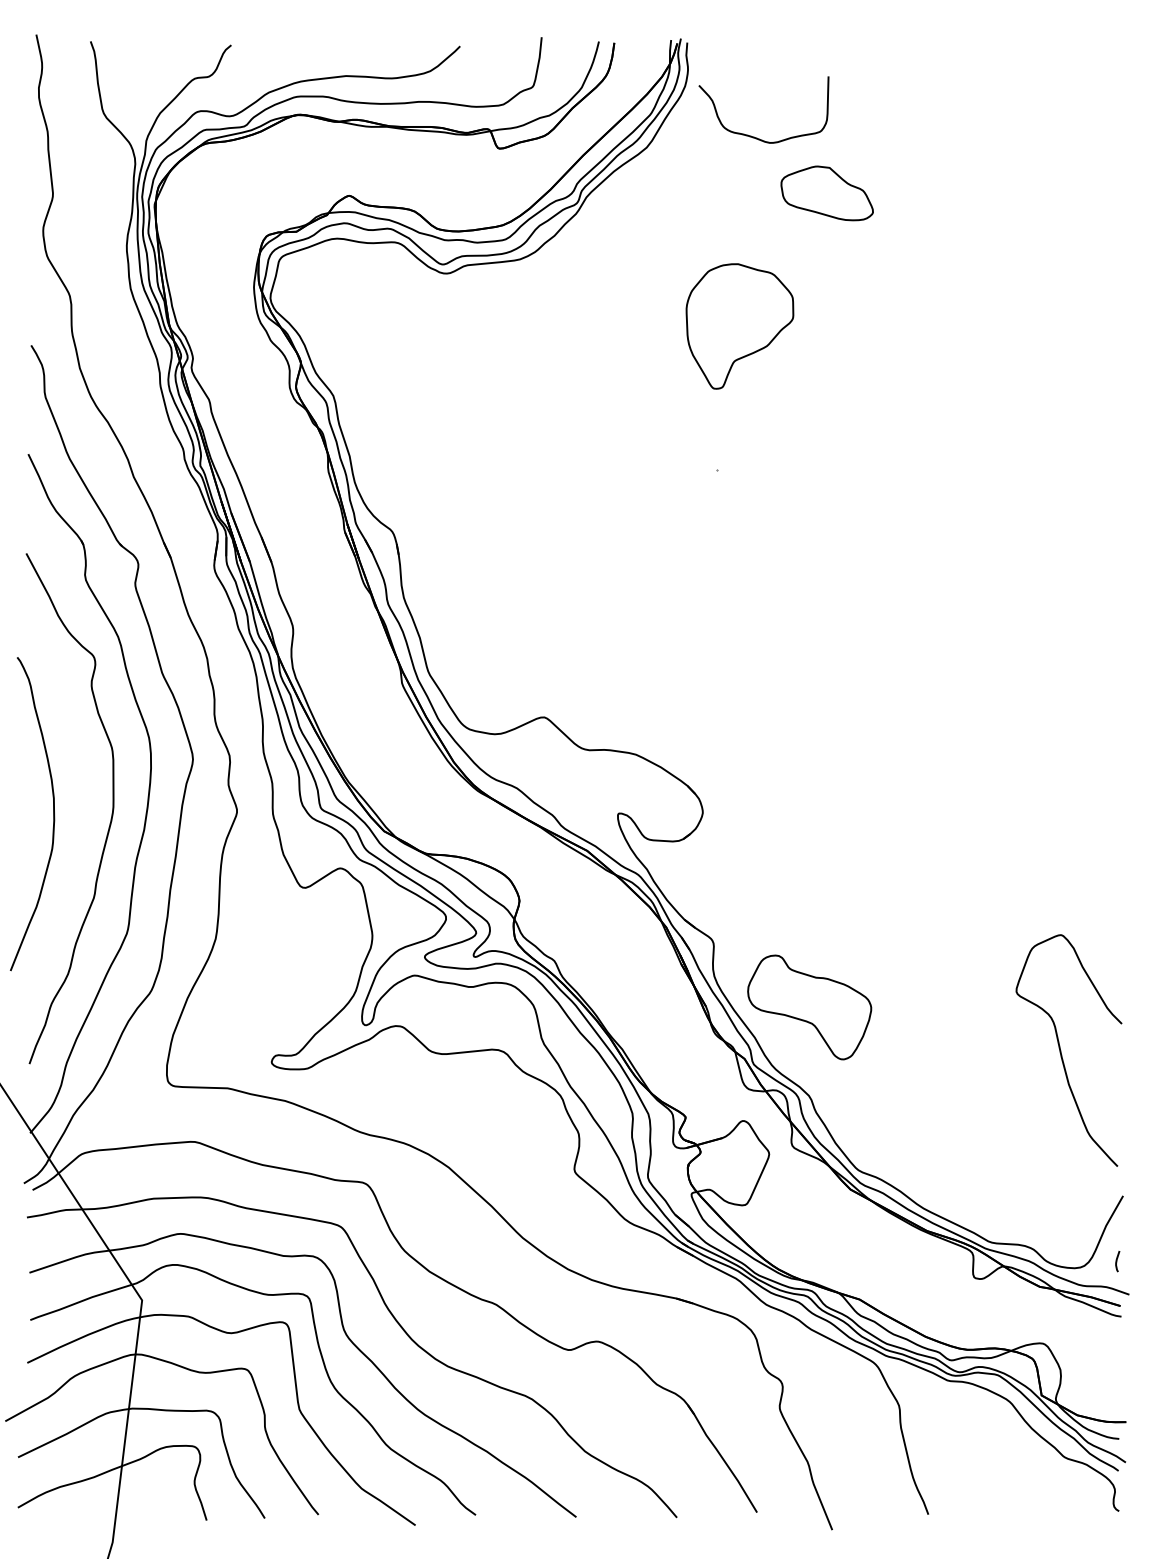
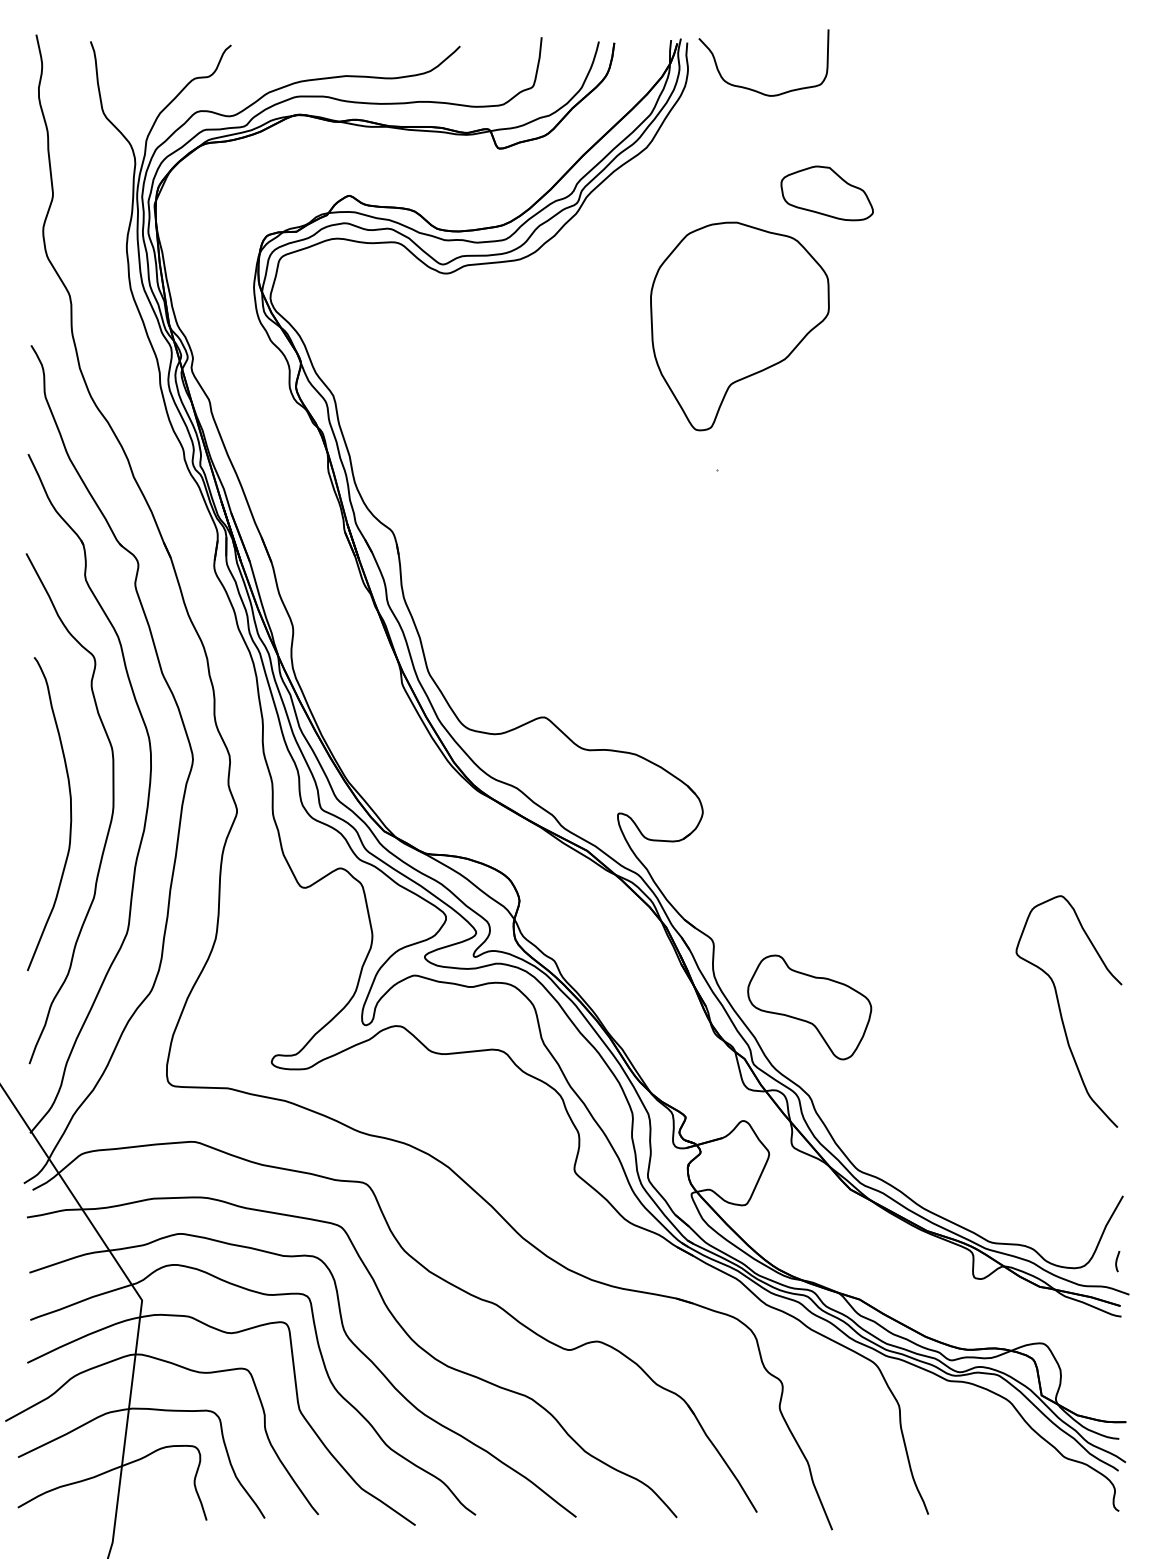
curve at (754, 136) position: (754, 136) -> (754, 89)
part at (739, 326) size: 110x127 px -> 180x211 px
curve at (53, 814) position: (53, 814) -> (70, 814)
curve at (1061, 1050) position: (1061, 1050) -> (1061, 1011)
